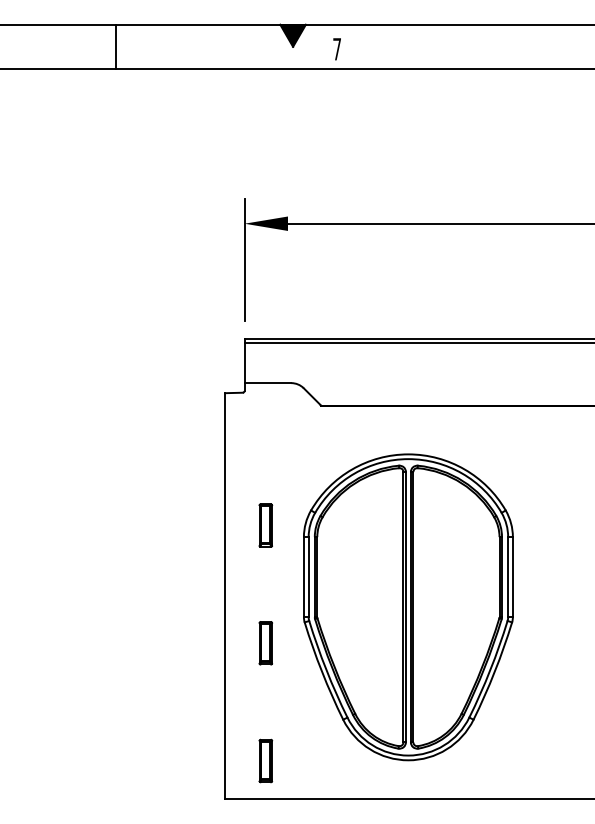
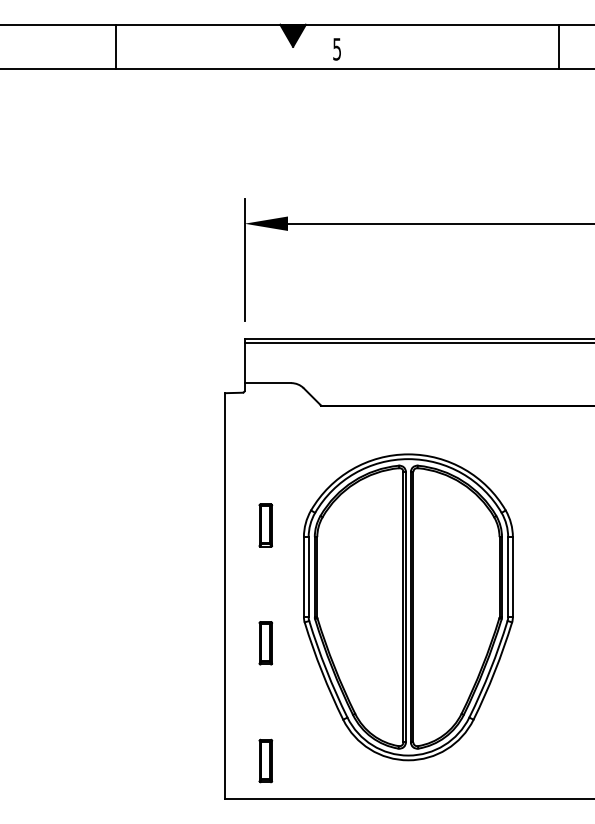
line at (558, 46): none -> present
text at (336, 49): 7 -> 5
